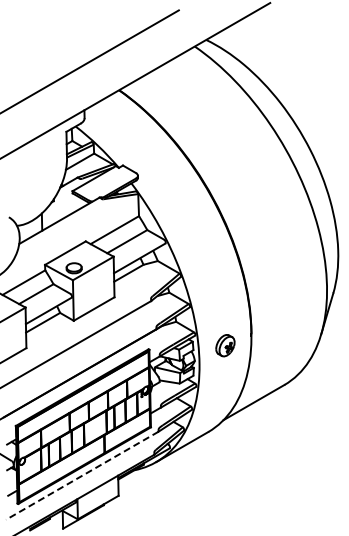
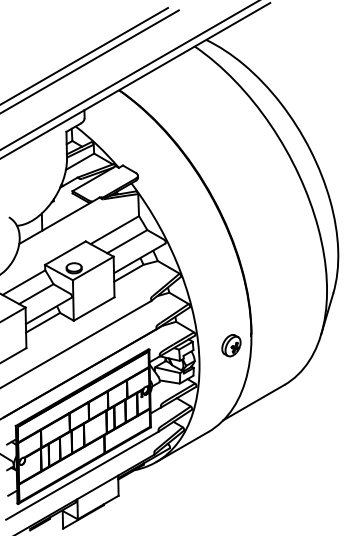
line at (85, 55): none -> present
line at (129, 75): none -> present
part at (225, 345) position: (225, 345) -> (231, 345)
line at (81, 475): dashed -> solid
